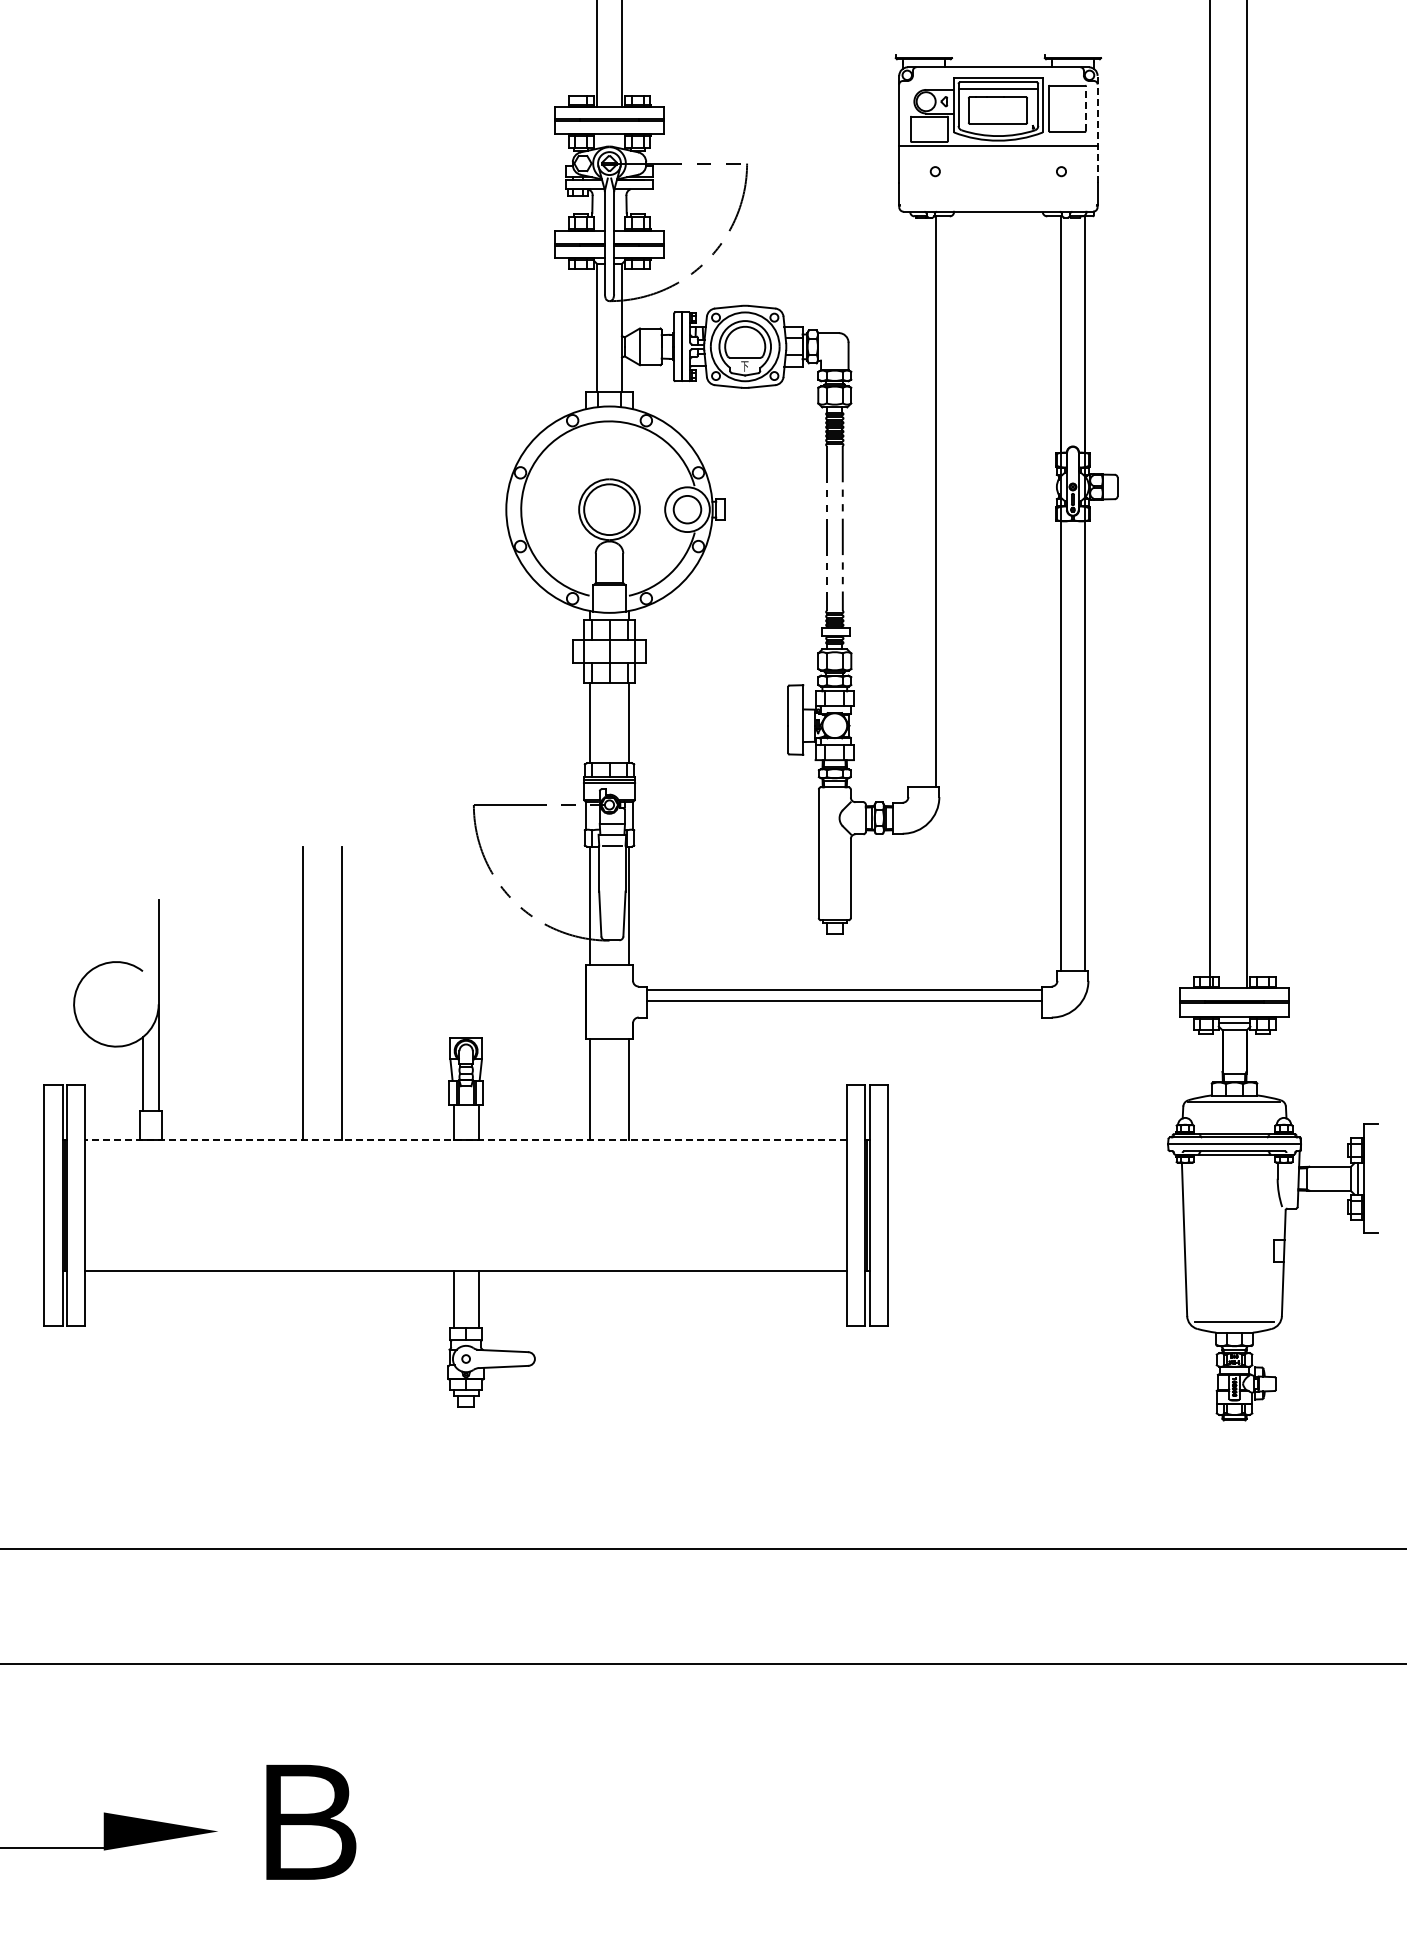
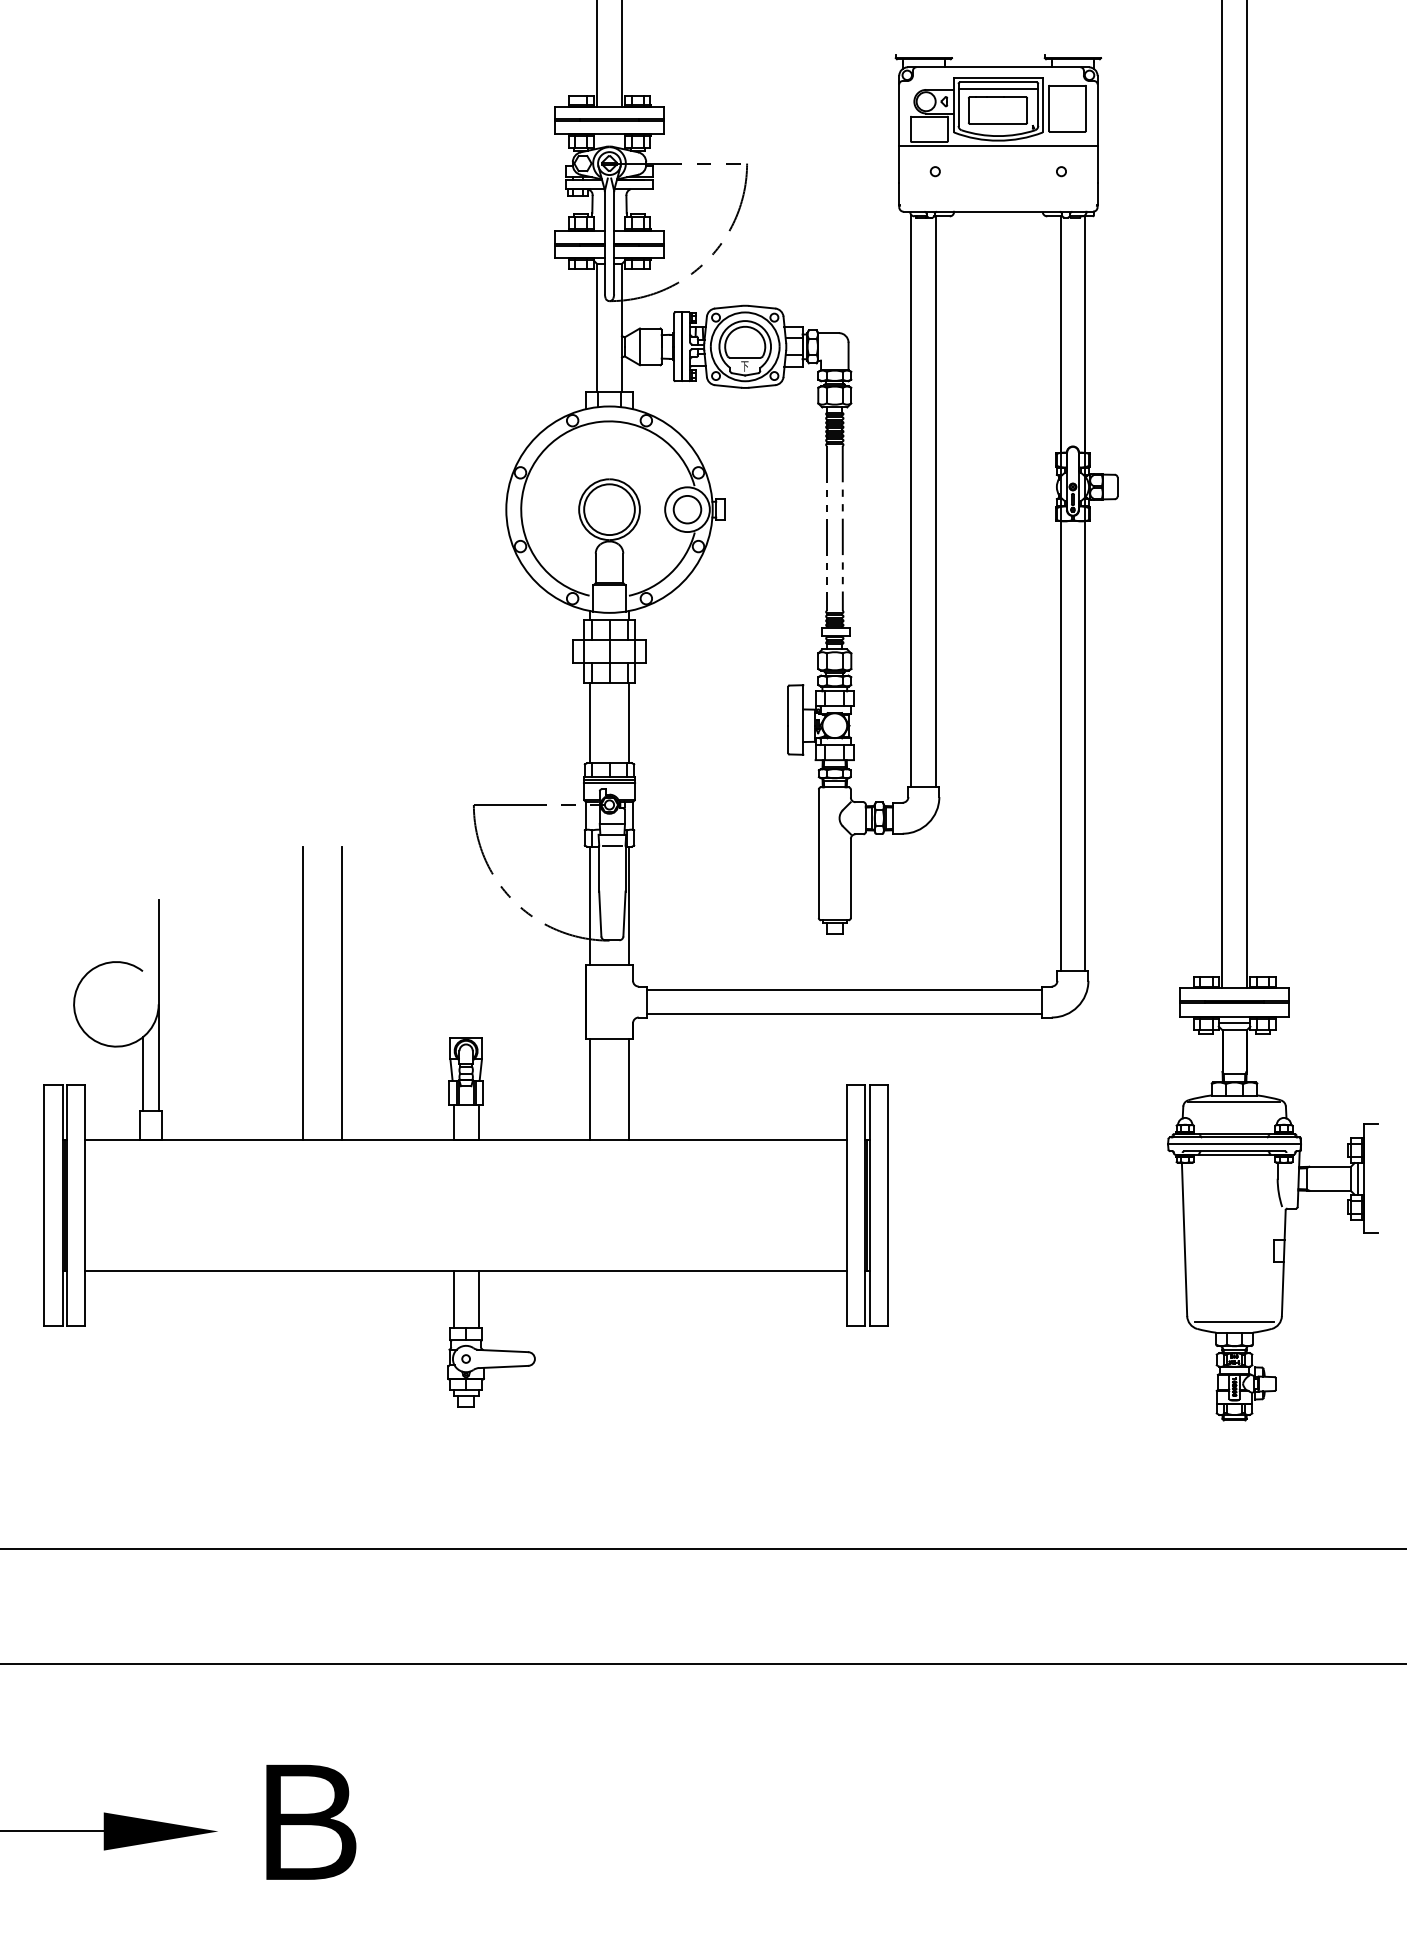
line at (1085, 108): dashed -> solid
line at (1097, 129): dashed -> solid
line at (1210, 495) position: (1210, 495) -> (1222, 495)
line at (911, 501): none -> present
line at (844, 1001) position: (844, 1001) -> (844, 1014)
line at (466, 1139): dashed -> solid
line at (52, 1848) position: (52, 1848) -> (52, 1831)
